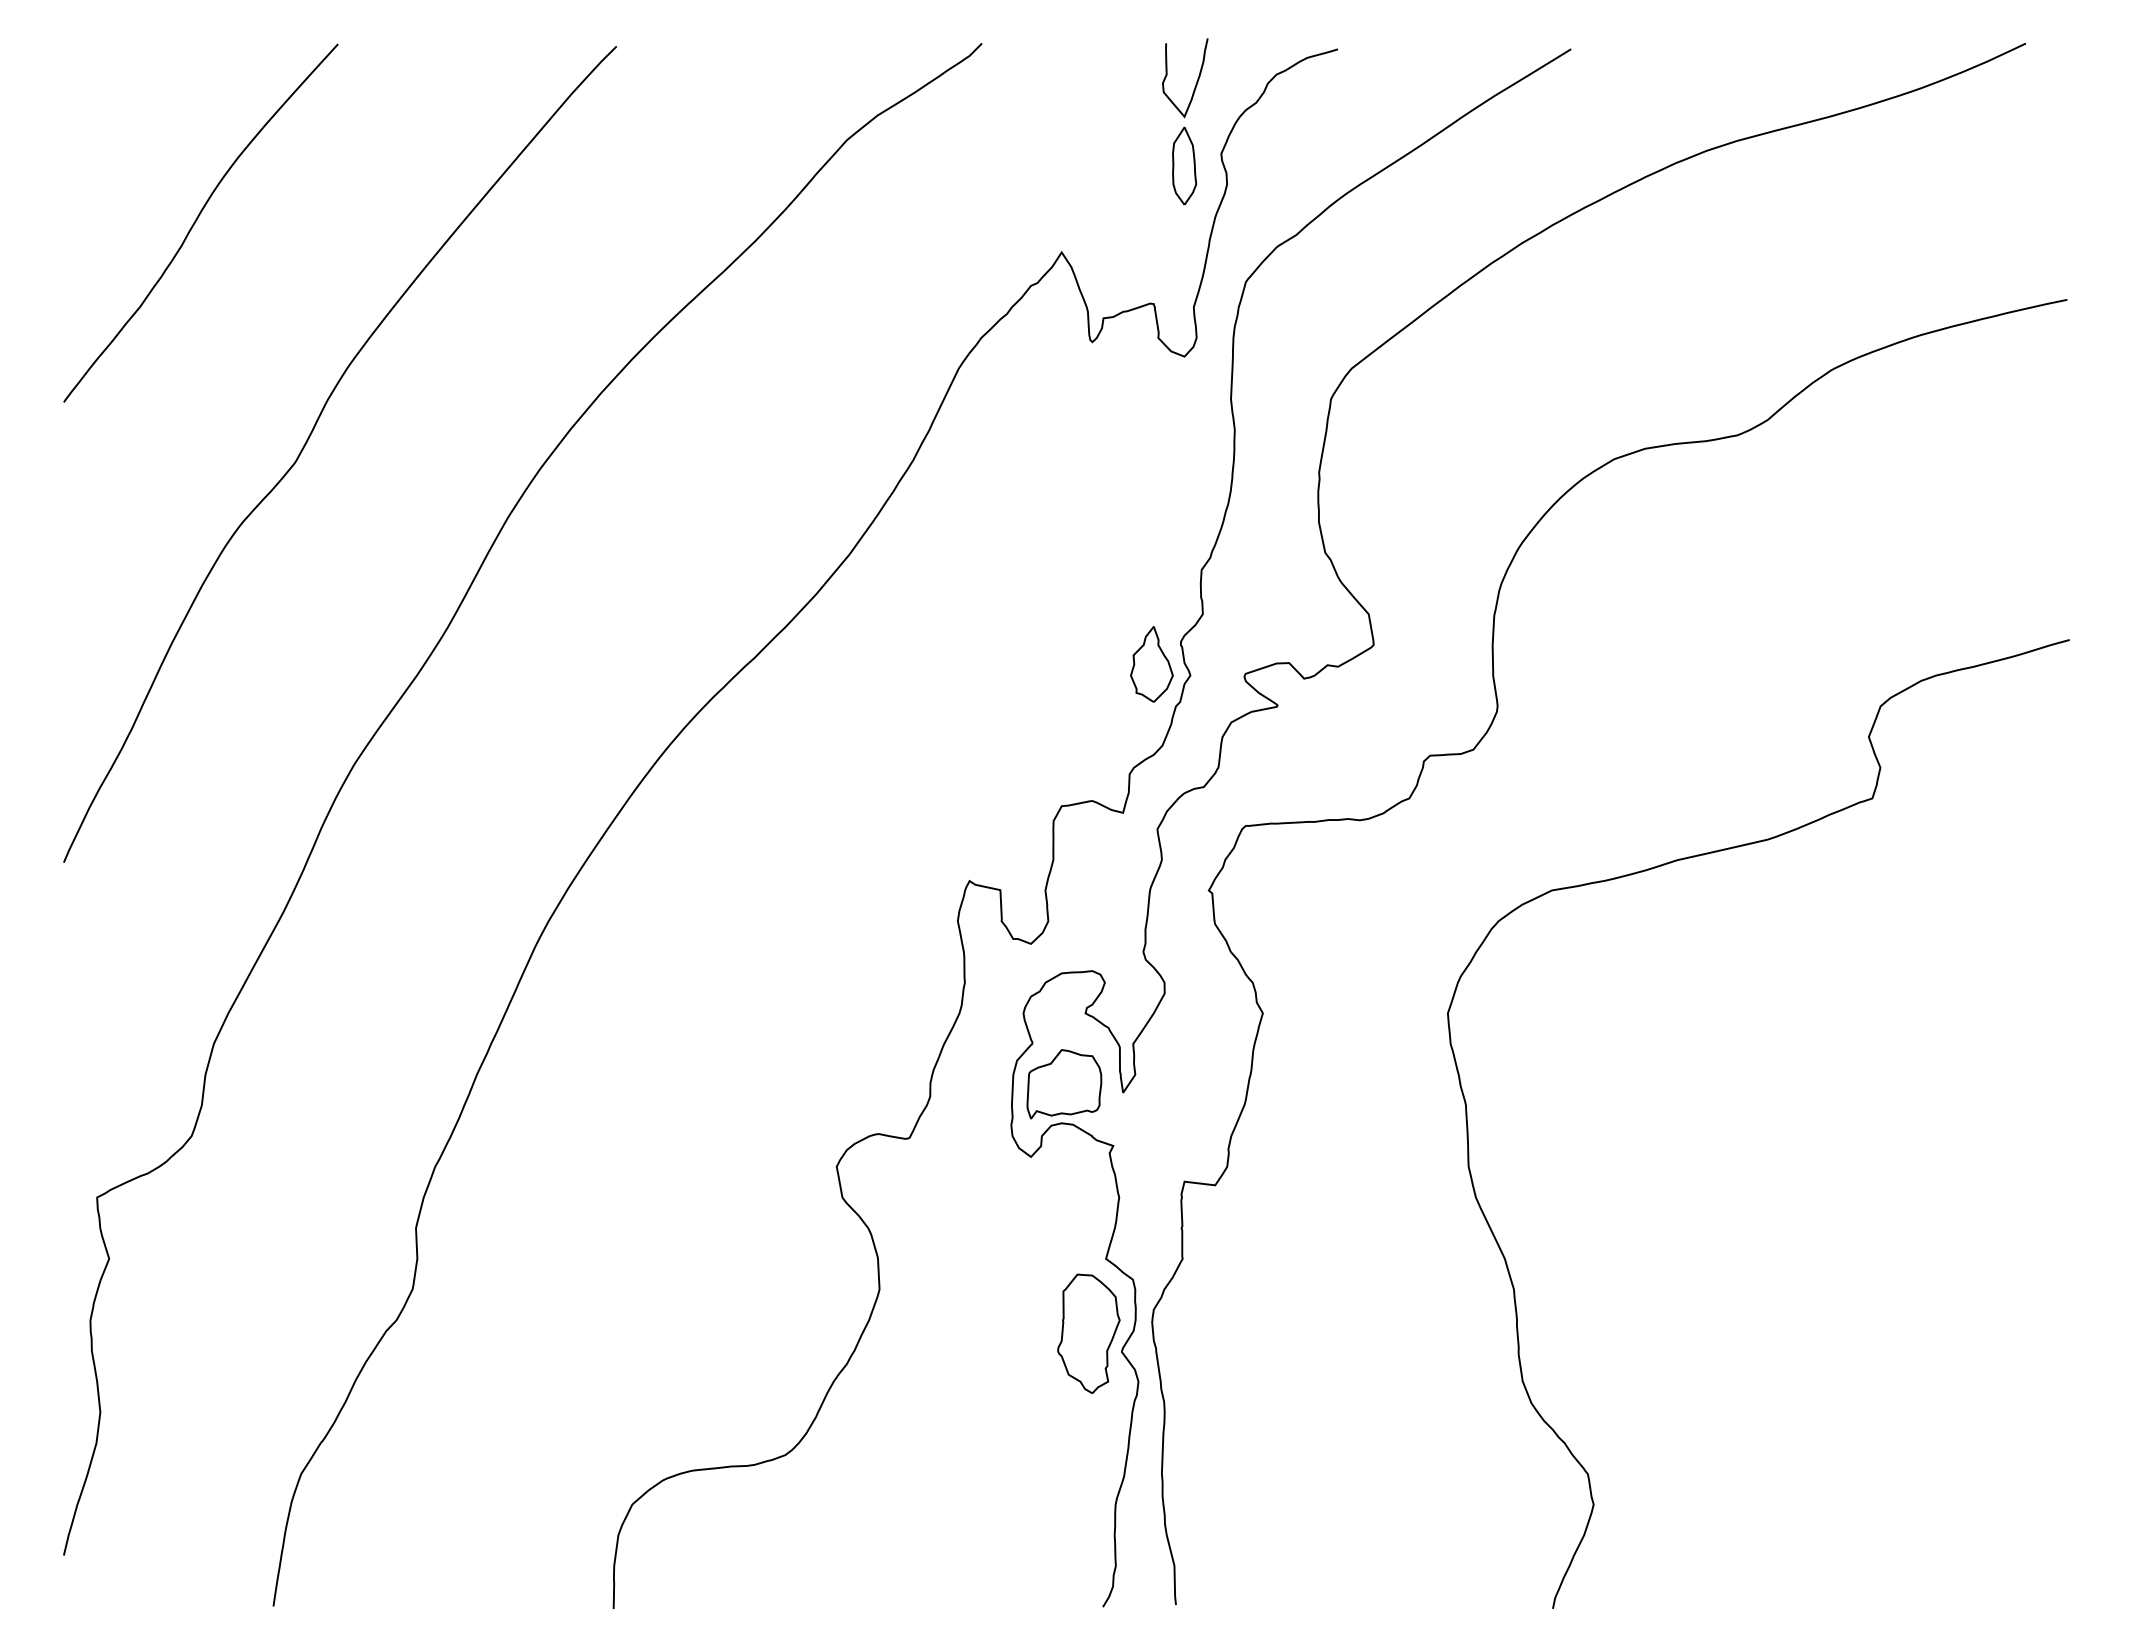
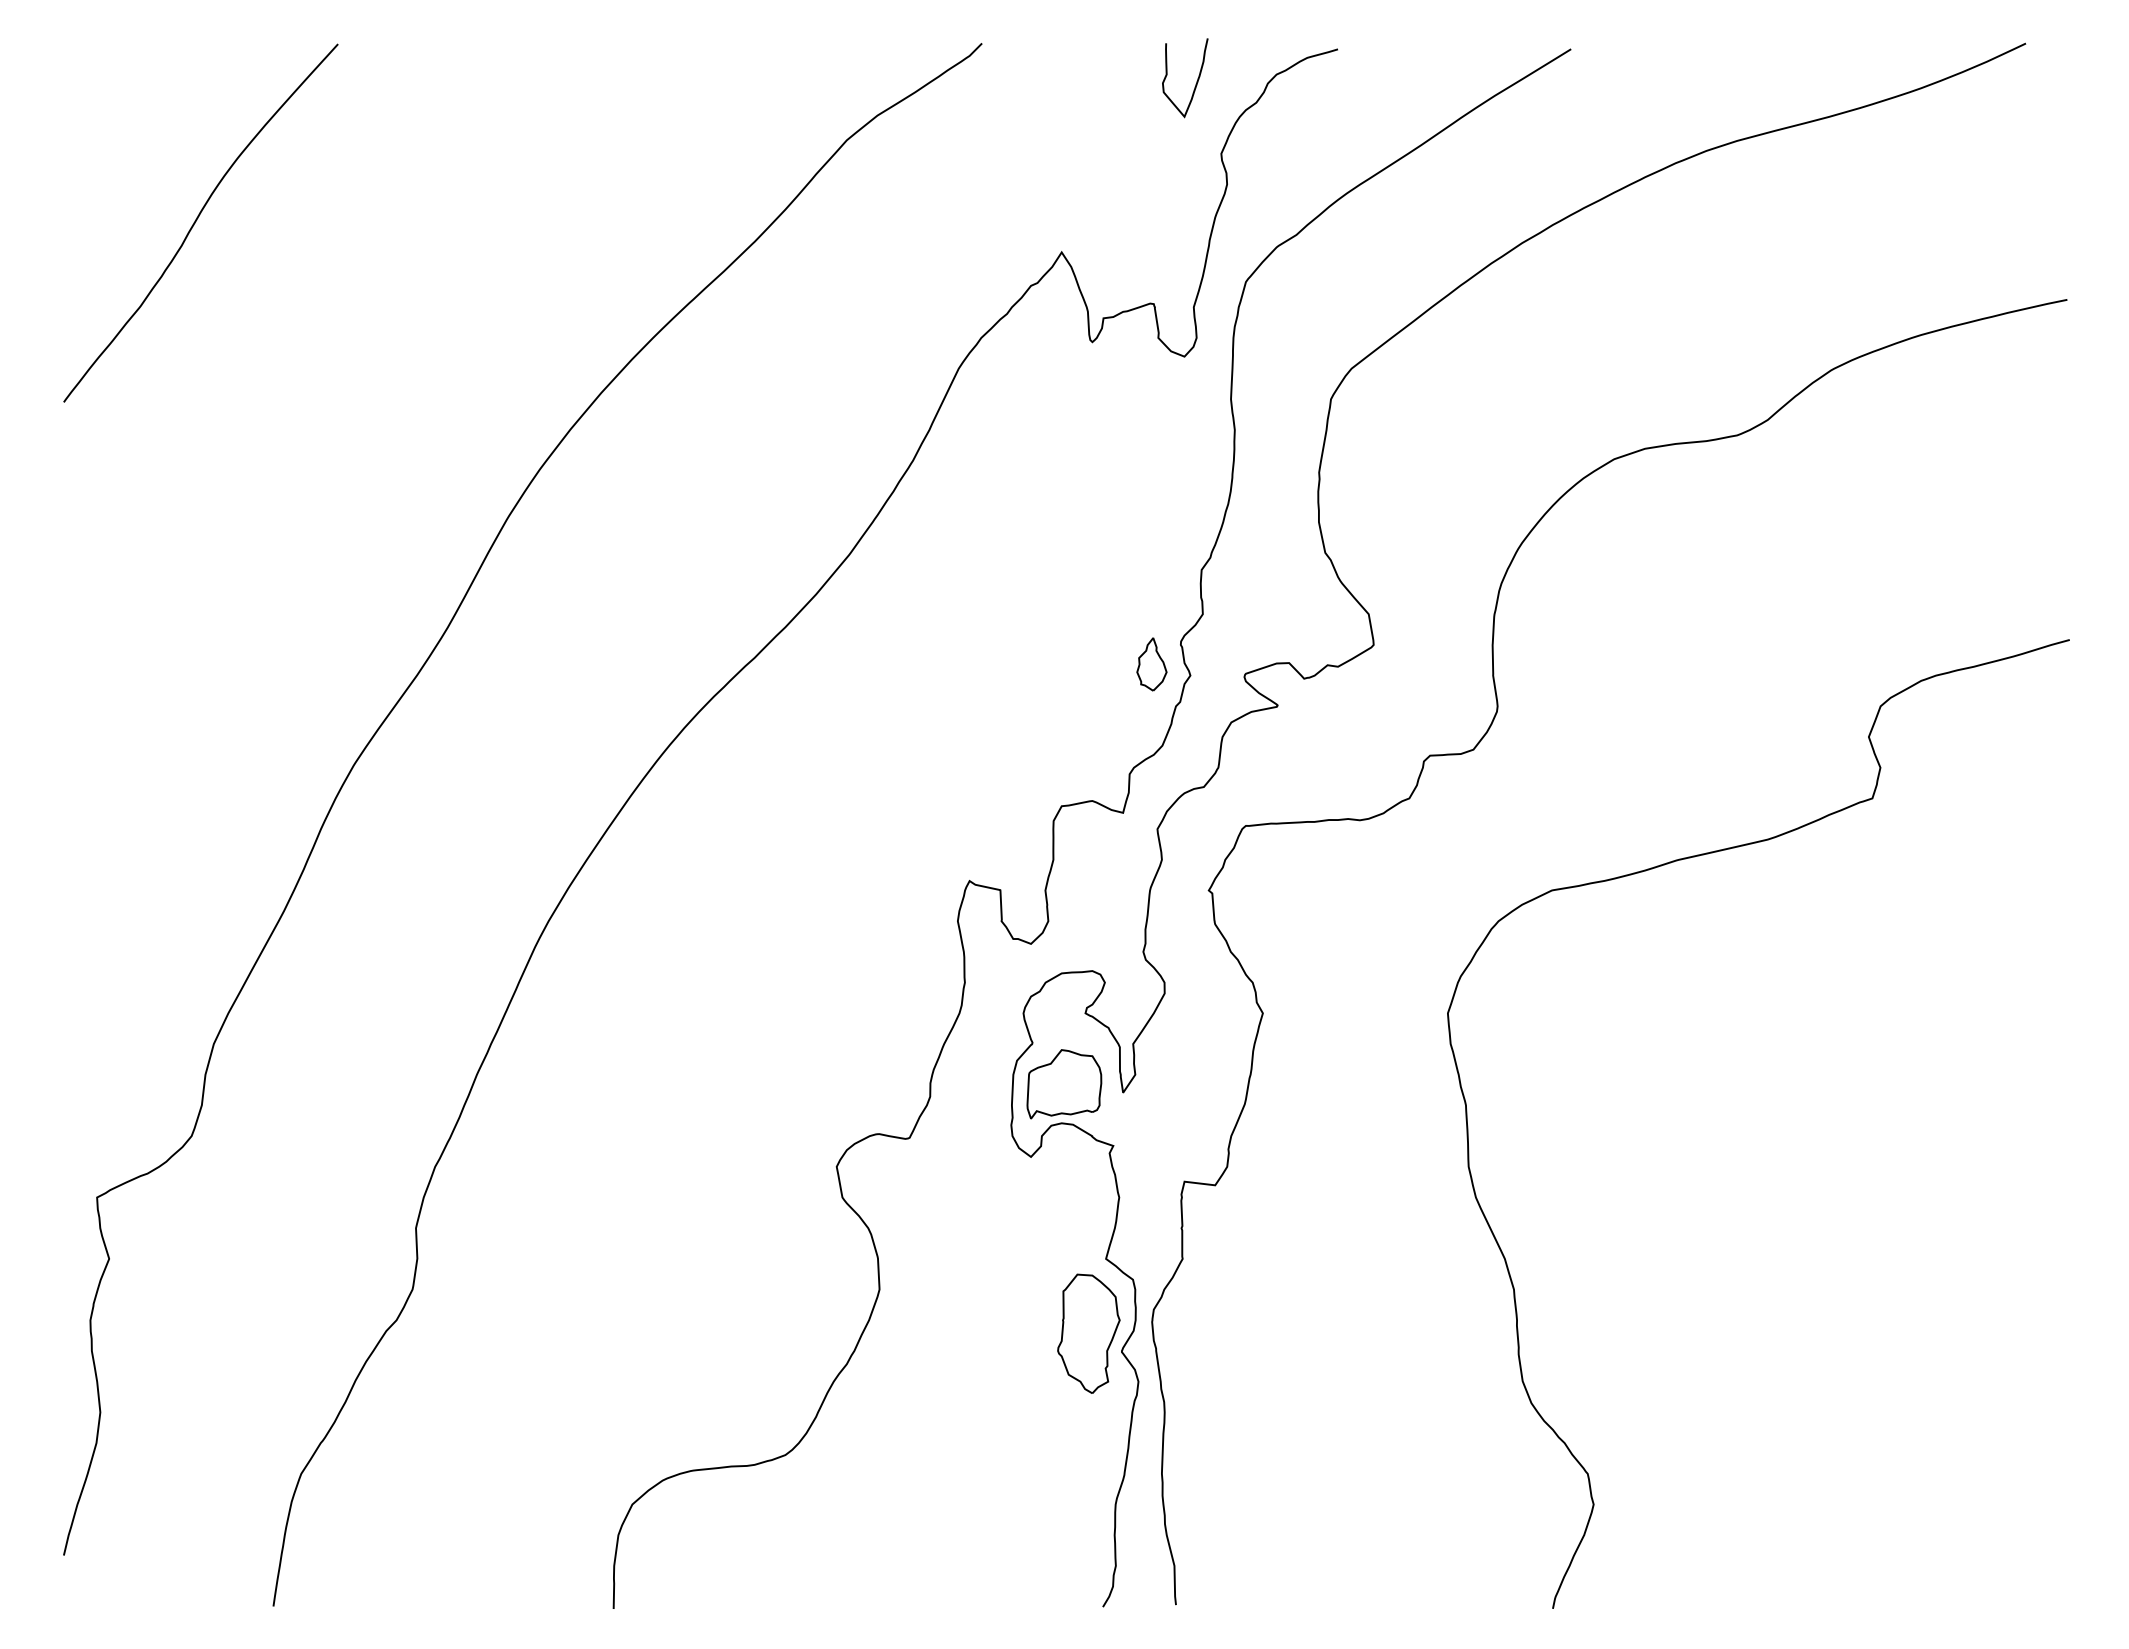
part at (1184, 165): present -> none
curve at (311, 435): present -> none
part at (1151, 664) size: 44x77 px -> 32x55 px
